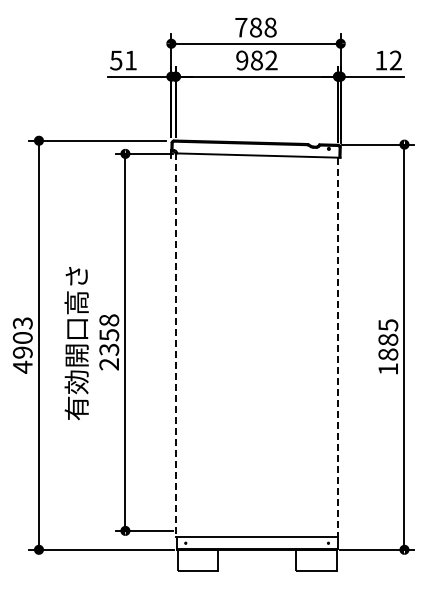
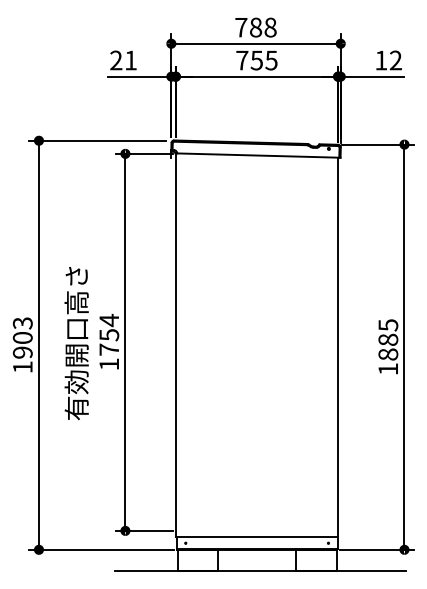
text at (116, 60): 51 -> 21
text at (256, 60): 982 -> 755
text at (109, 342): 2358 -> 1754
line at (175, 345): dashed -> solid
line at (338, 347): dashed -> solid
text at (22, 366): 4903 -> 1903
line at (260, 571): none -> present
